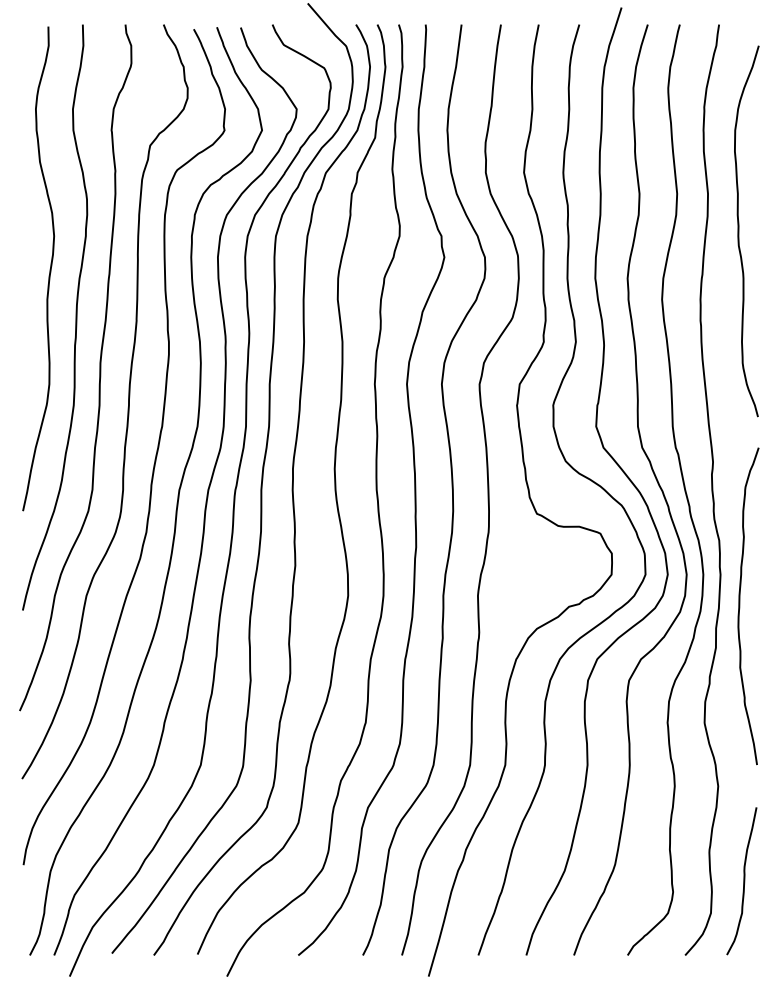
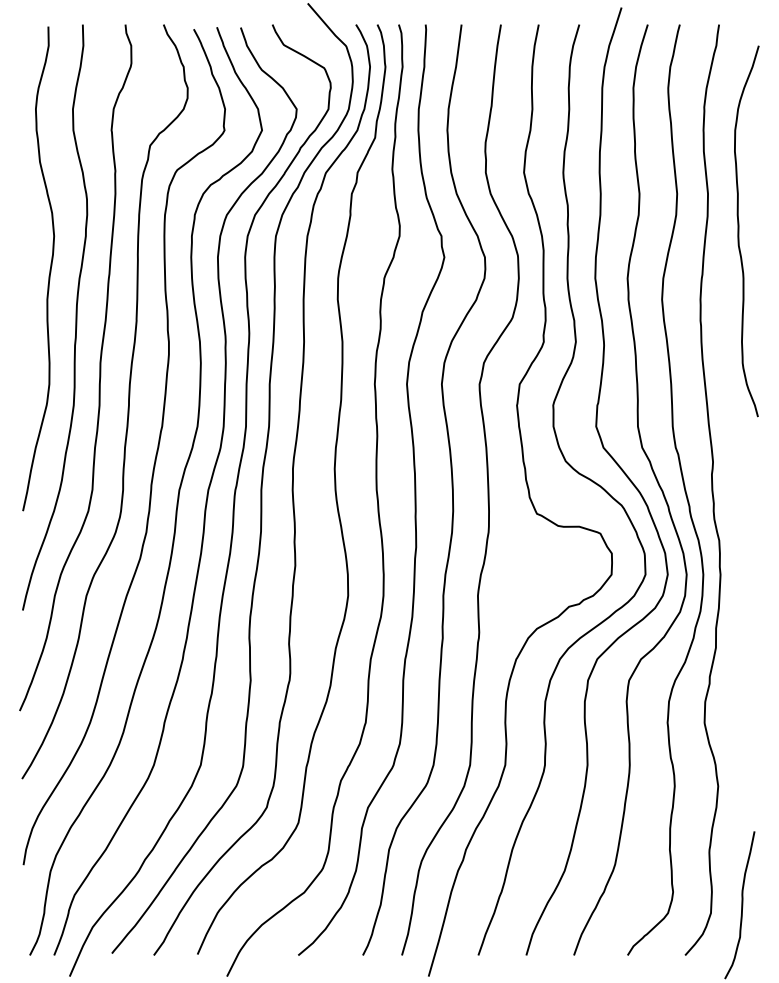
curve at (740, 606): present -> none
curve at (743, 881) position: (743, 881) -> (741, 905)
